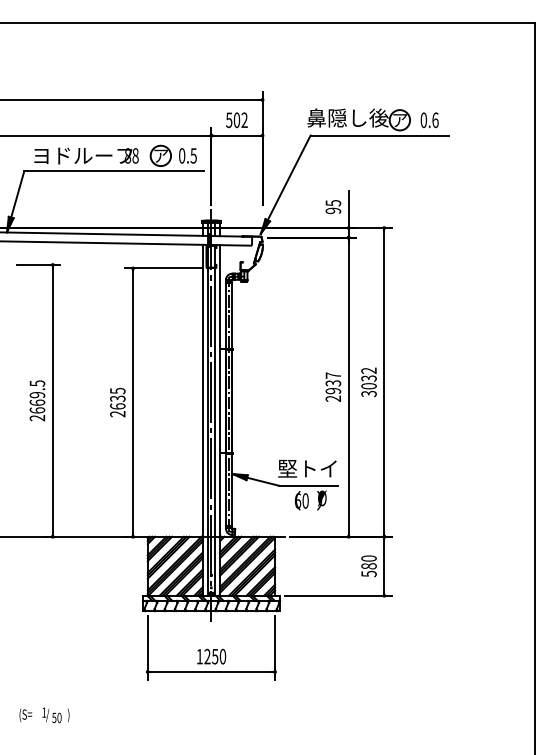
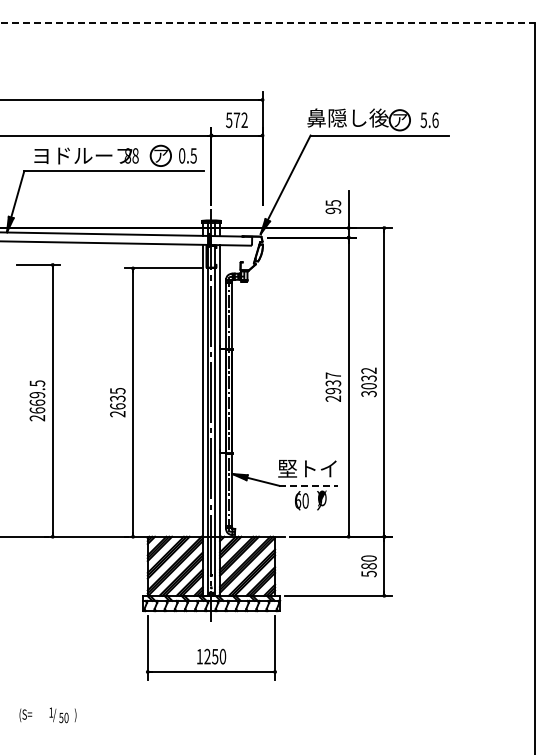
line at (267, 22): solid -> dashed
text at (423, 119): 0.6 -> 5.6
text at (236, 120): 502 -> 572
line at (308, 485): solid -> dashed
text at (55, 715) position: (55, 715) -> (62, 715)
